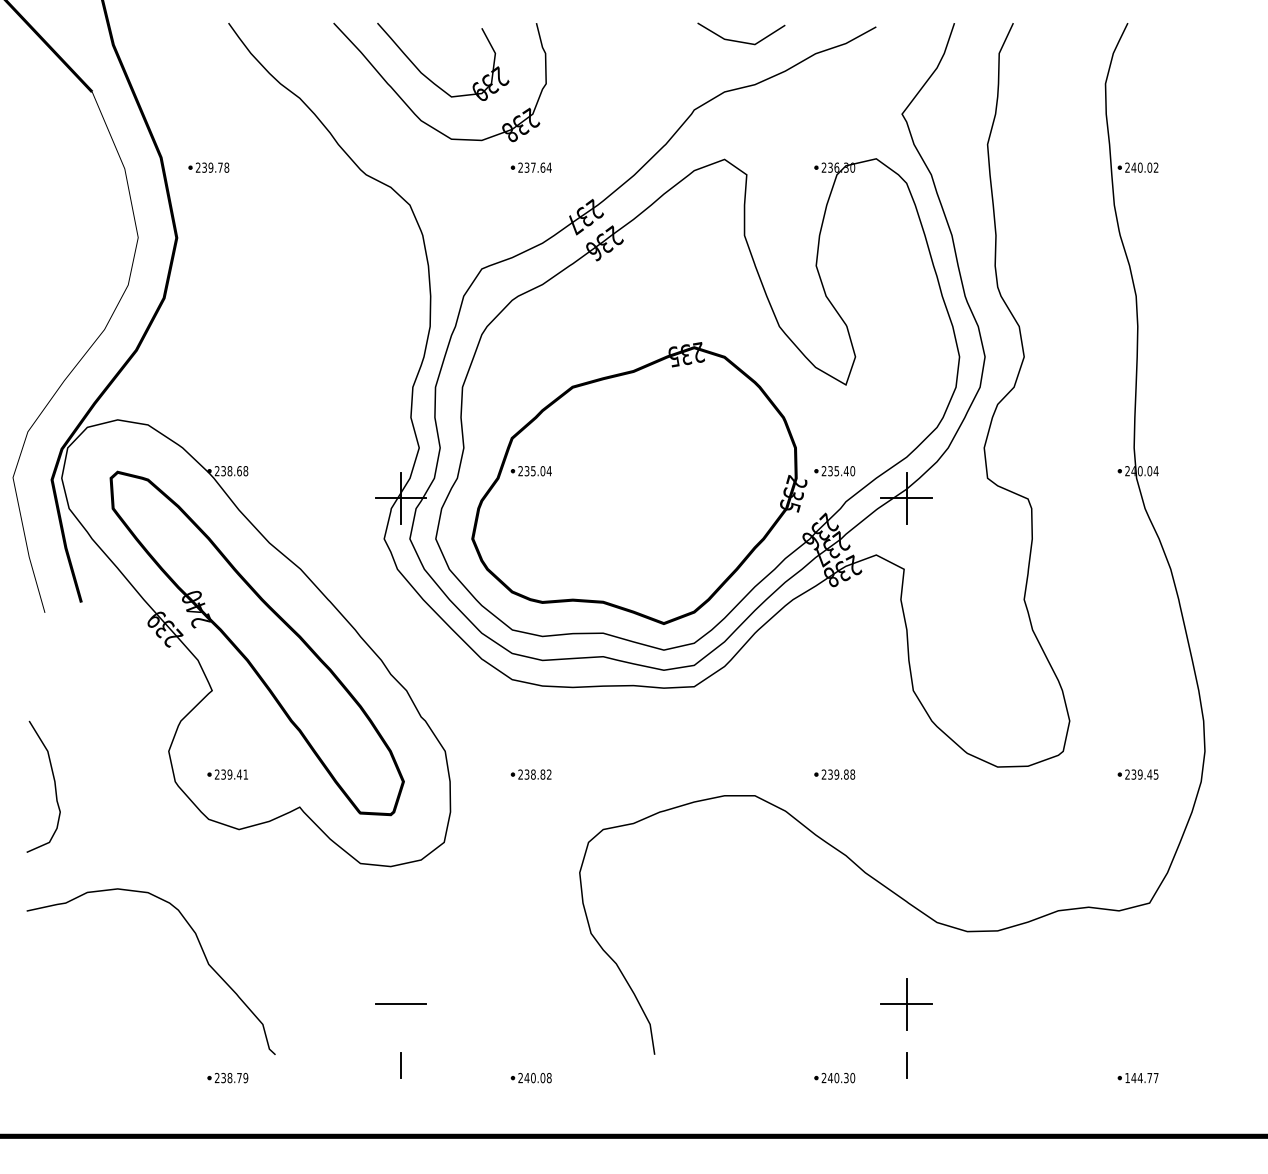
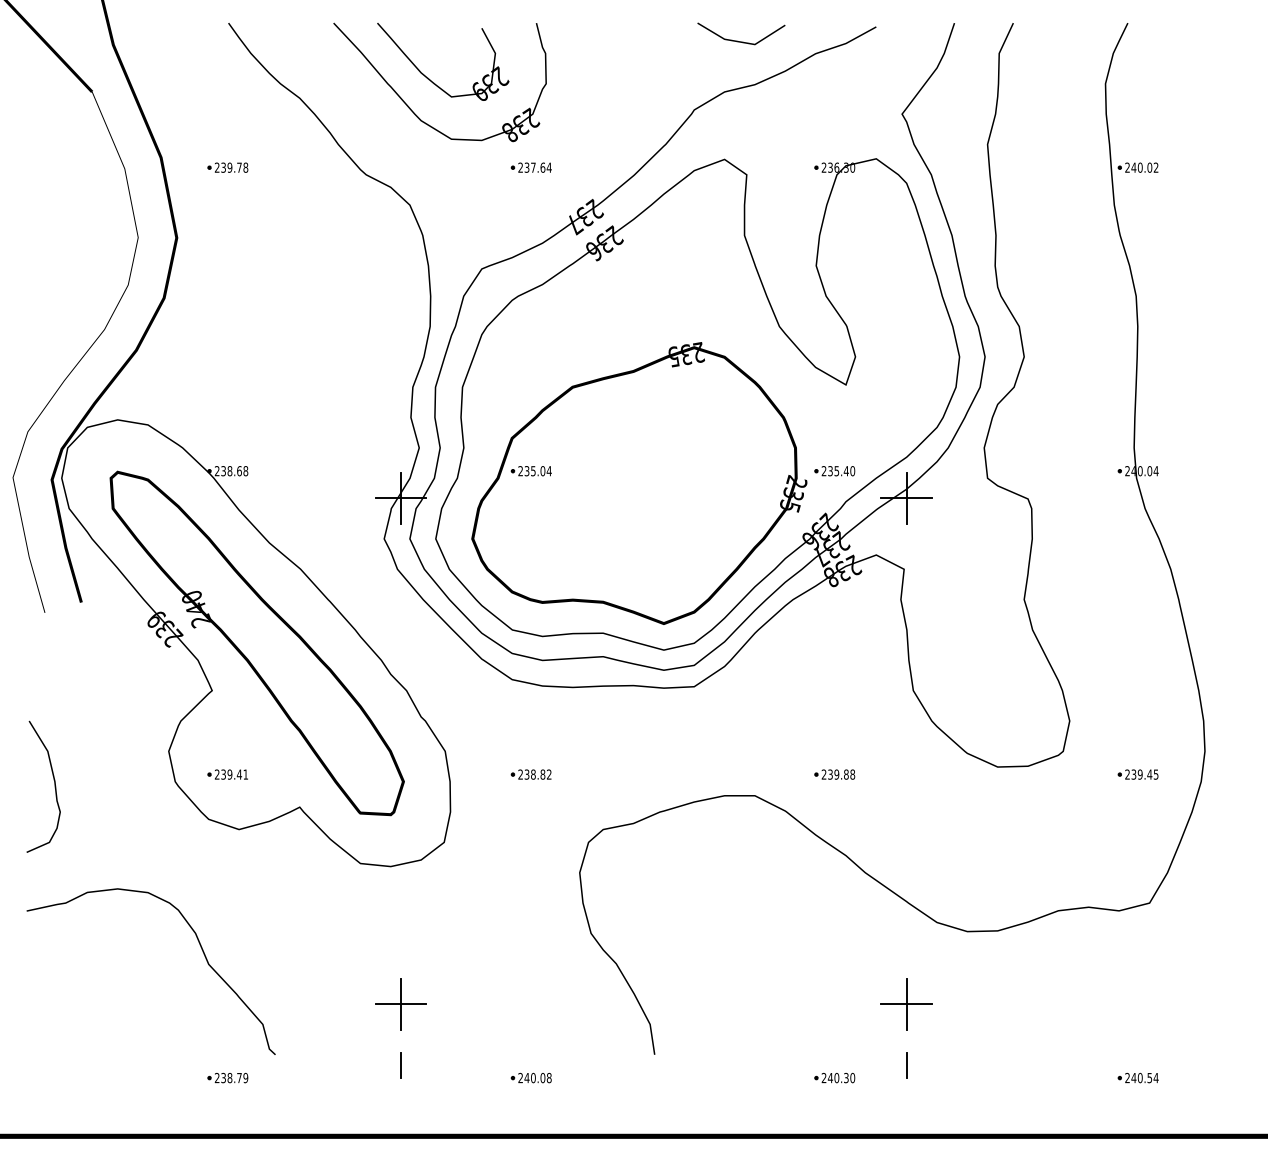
part at (208, 167) position: (208, 167) -> (227, 167)
line at (400, 1003): none -> present
text at (1141, 1077): 144.77 -> 240.54
